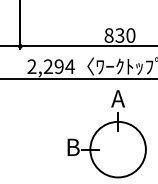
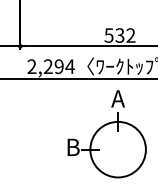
text at (119, 35): 830 -> 532
